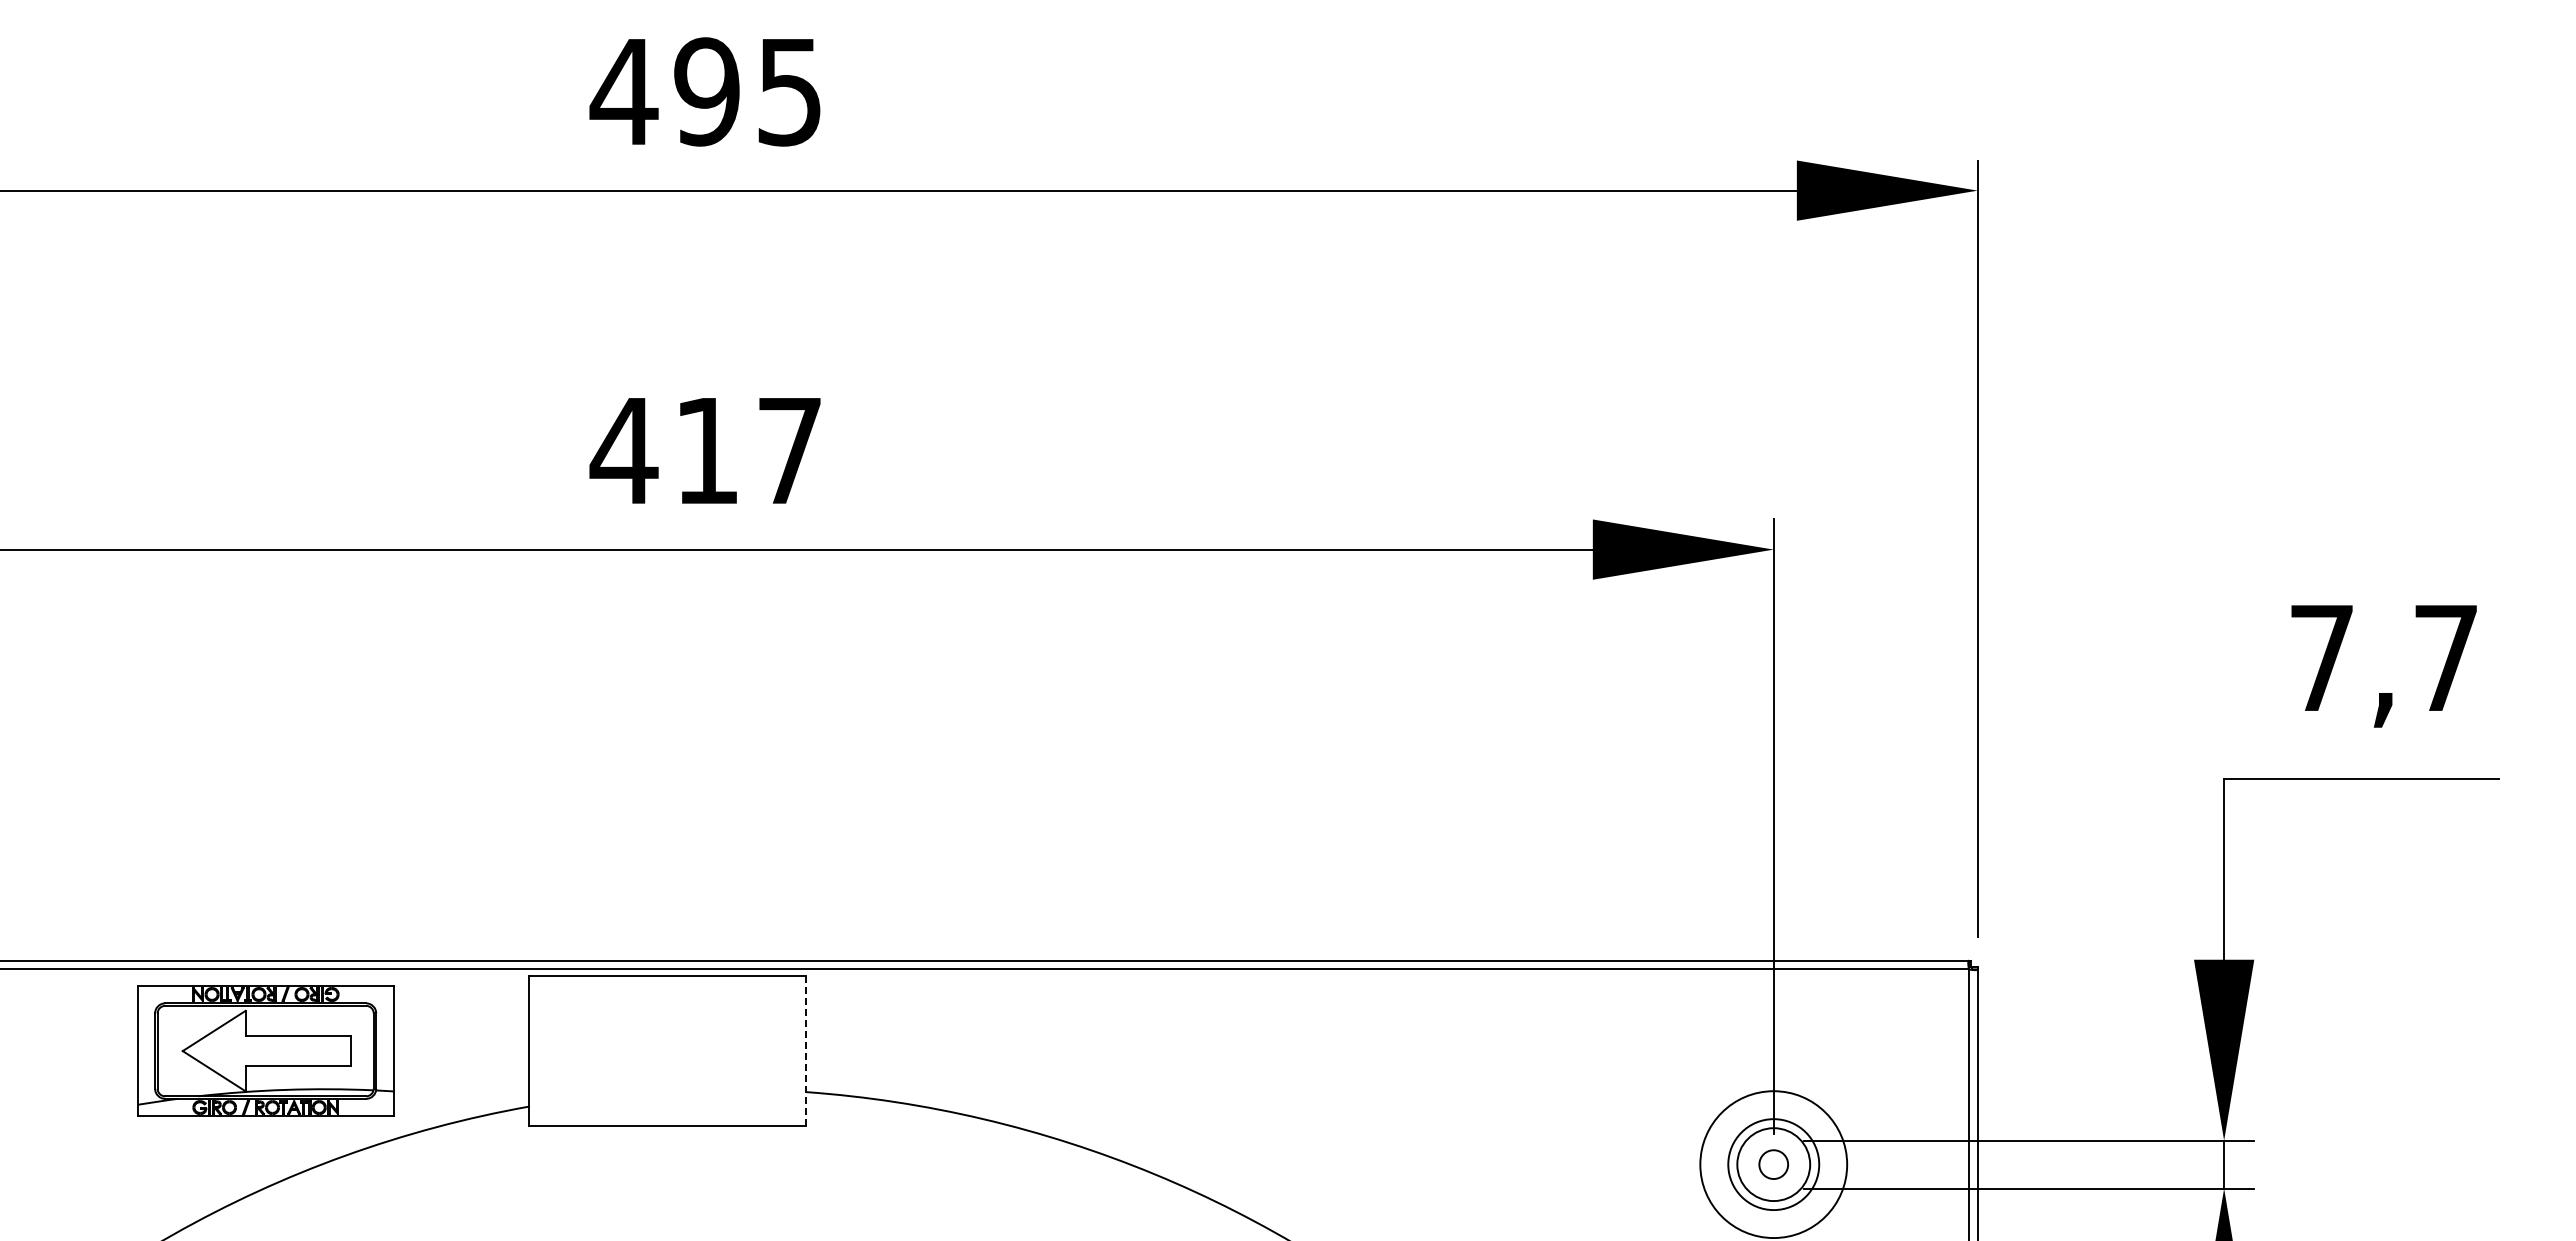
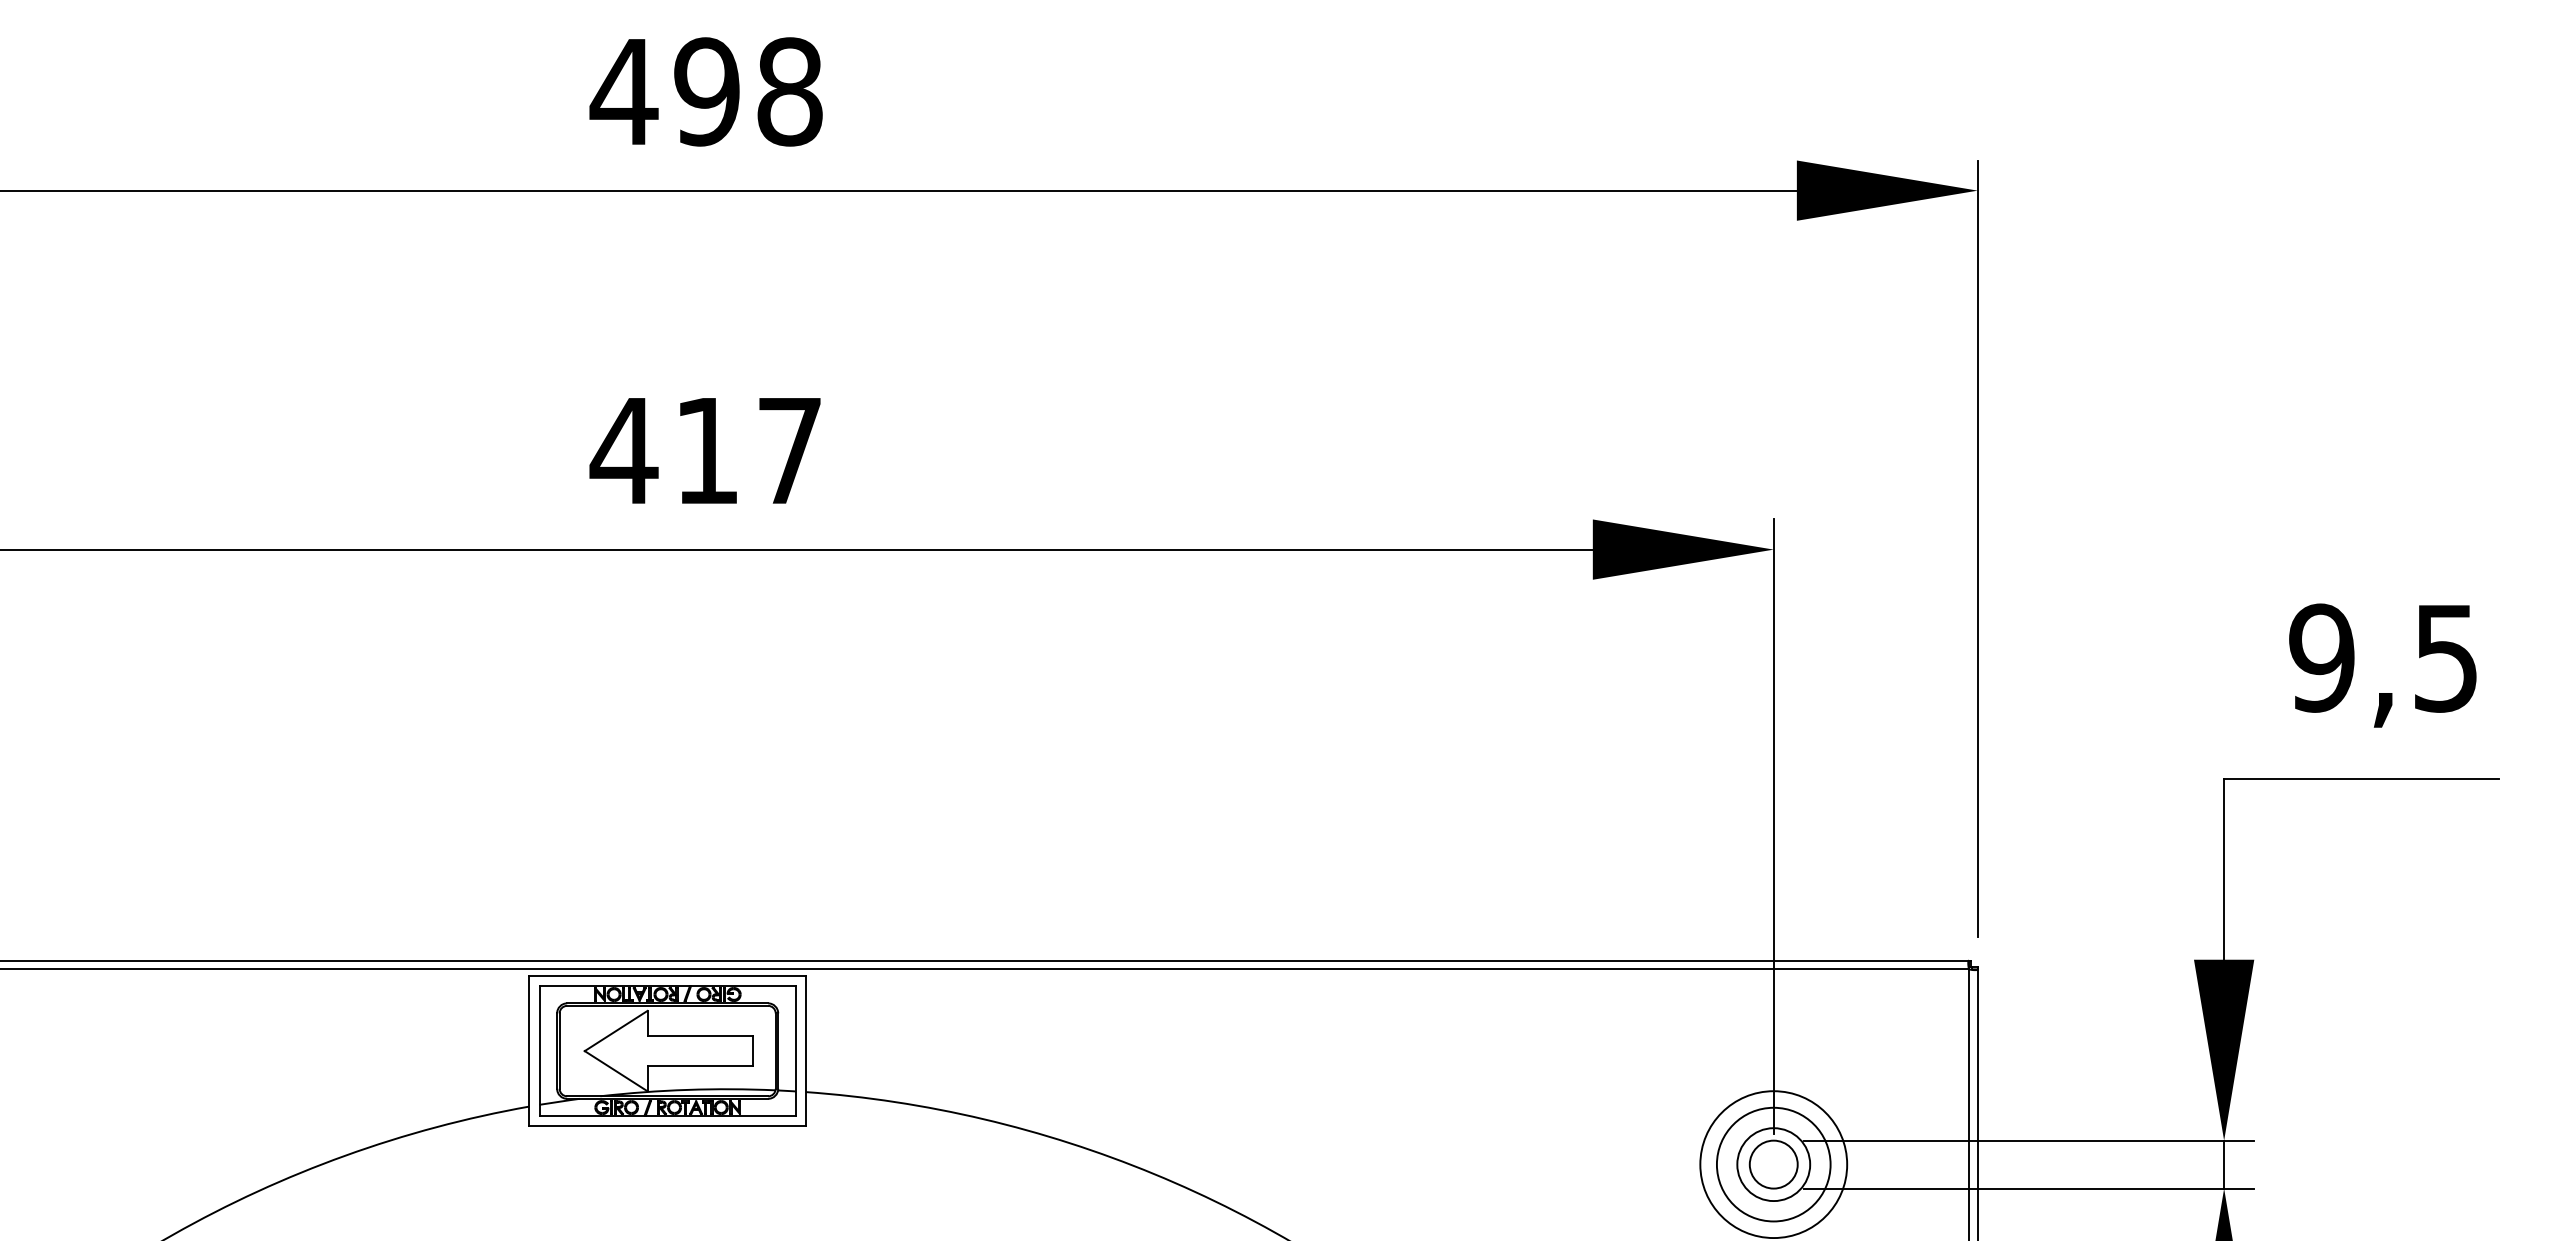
text at (789, 91): 495 -> 498
text at (2382, 657): 7,7 -> 9,5
part at (265, 1050) position: (265, 1050) -> (667, 1050)
line at (805, 1051): dashed -> solid
circle at (1773, 1164) diameter: 29 px -> 48 px
circle at (1773, 1164) diameter: 91 px -> 114 px
